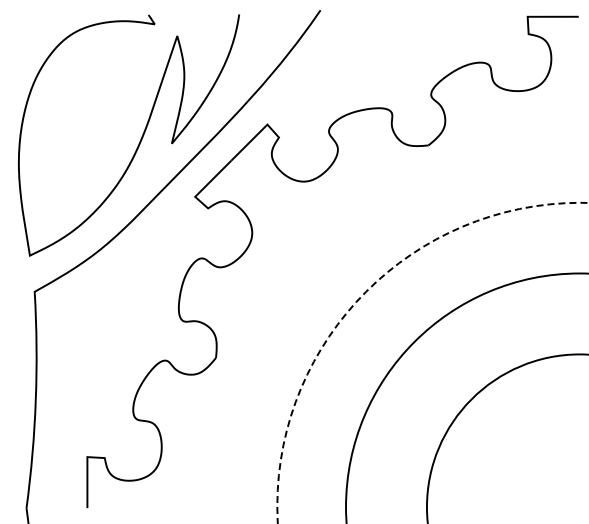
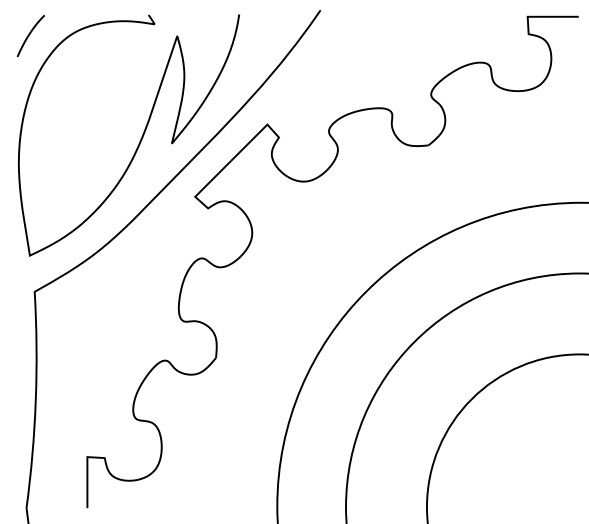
curve at (29, 36): none -> present
circle at (432, 362): dashed -> solid
